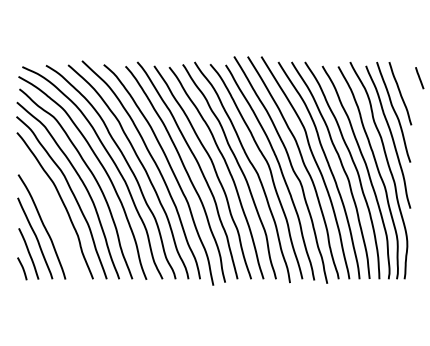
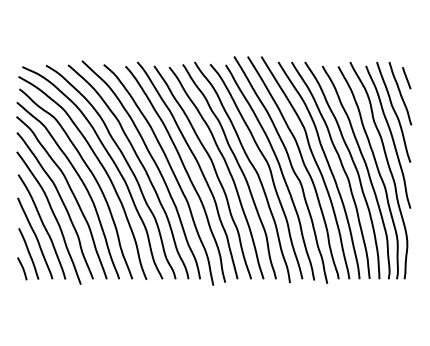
line at (419, 78) position: (419, 78) -> (406, 78)
curve at (53, 215): none -> present
